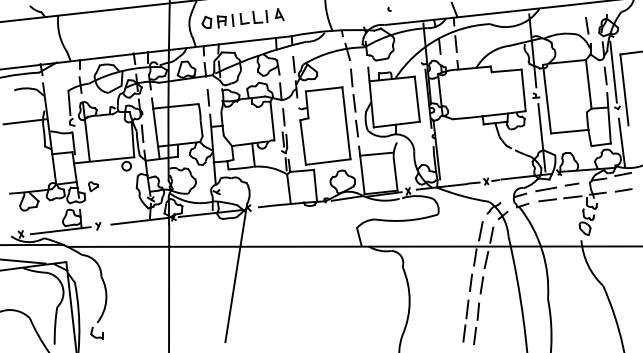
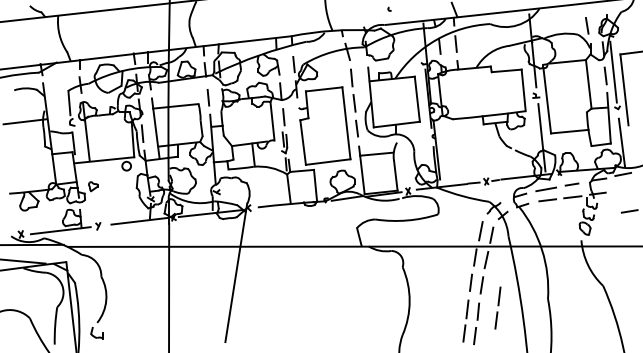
part at (242, 18): present -> none
line at (623, 190) position: (623, 190) -> (629, 211)
line at (498, 306): none -> present
